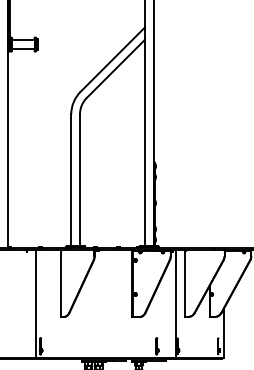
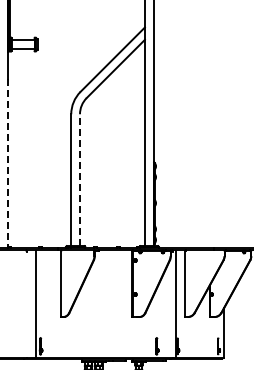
line at (7, 163): solid -> dashed
line at (80, 180): solid -> dashed
